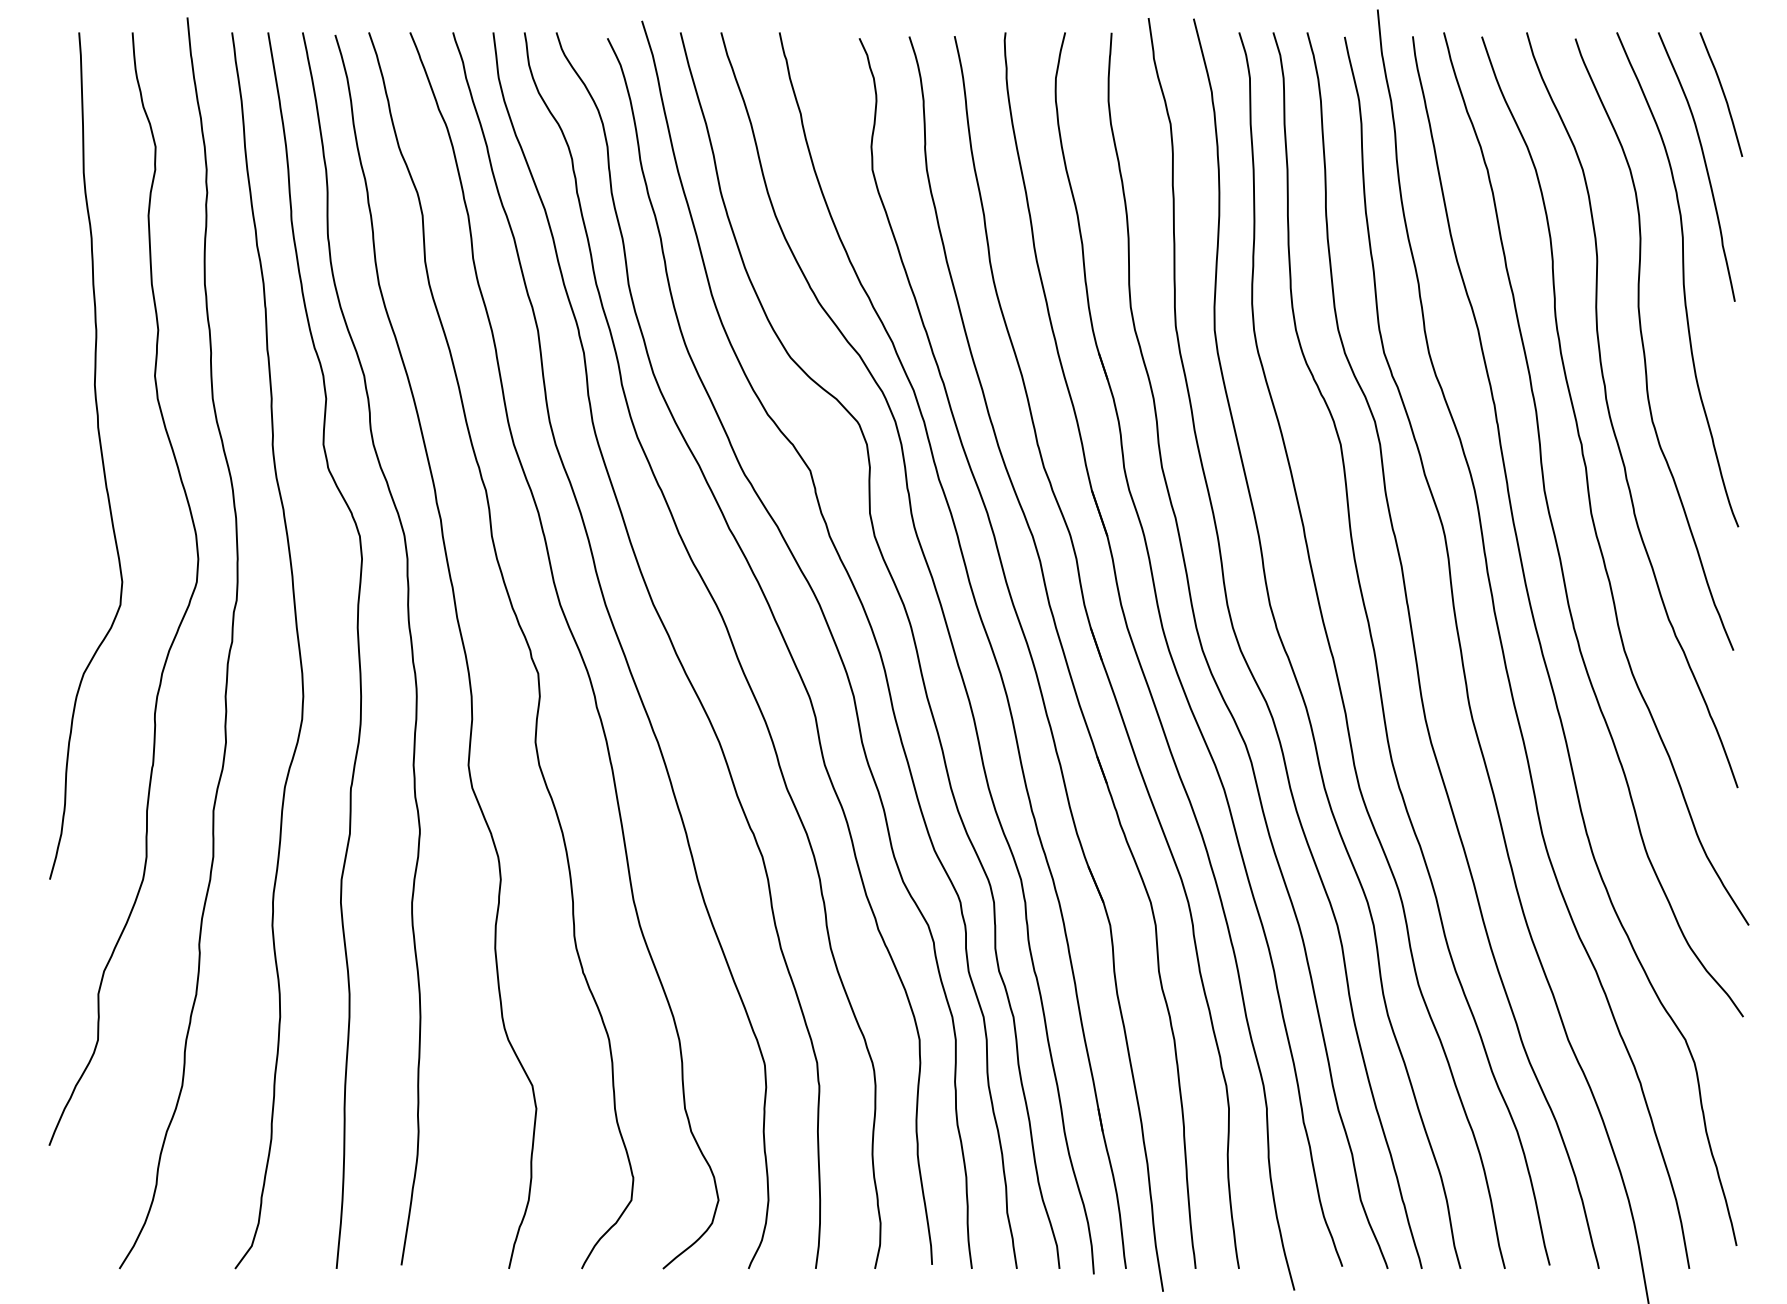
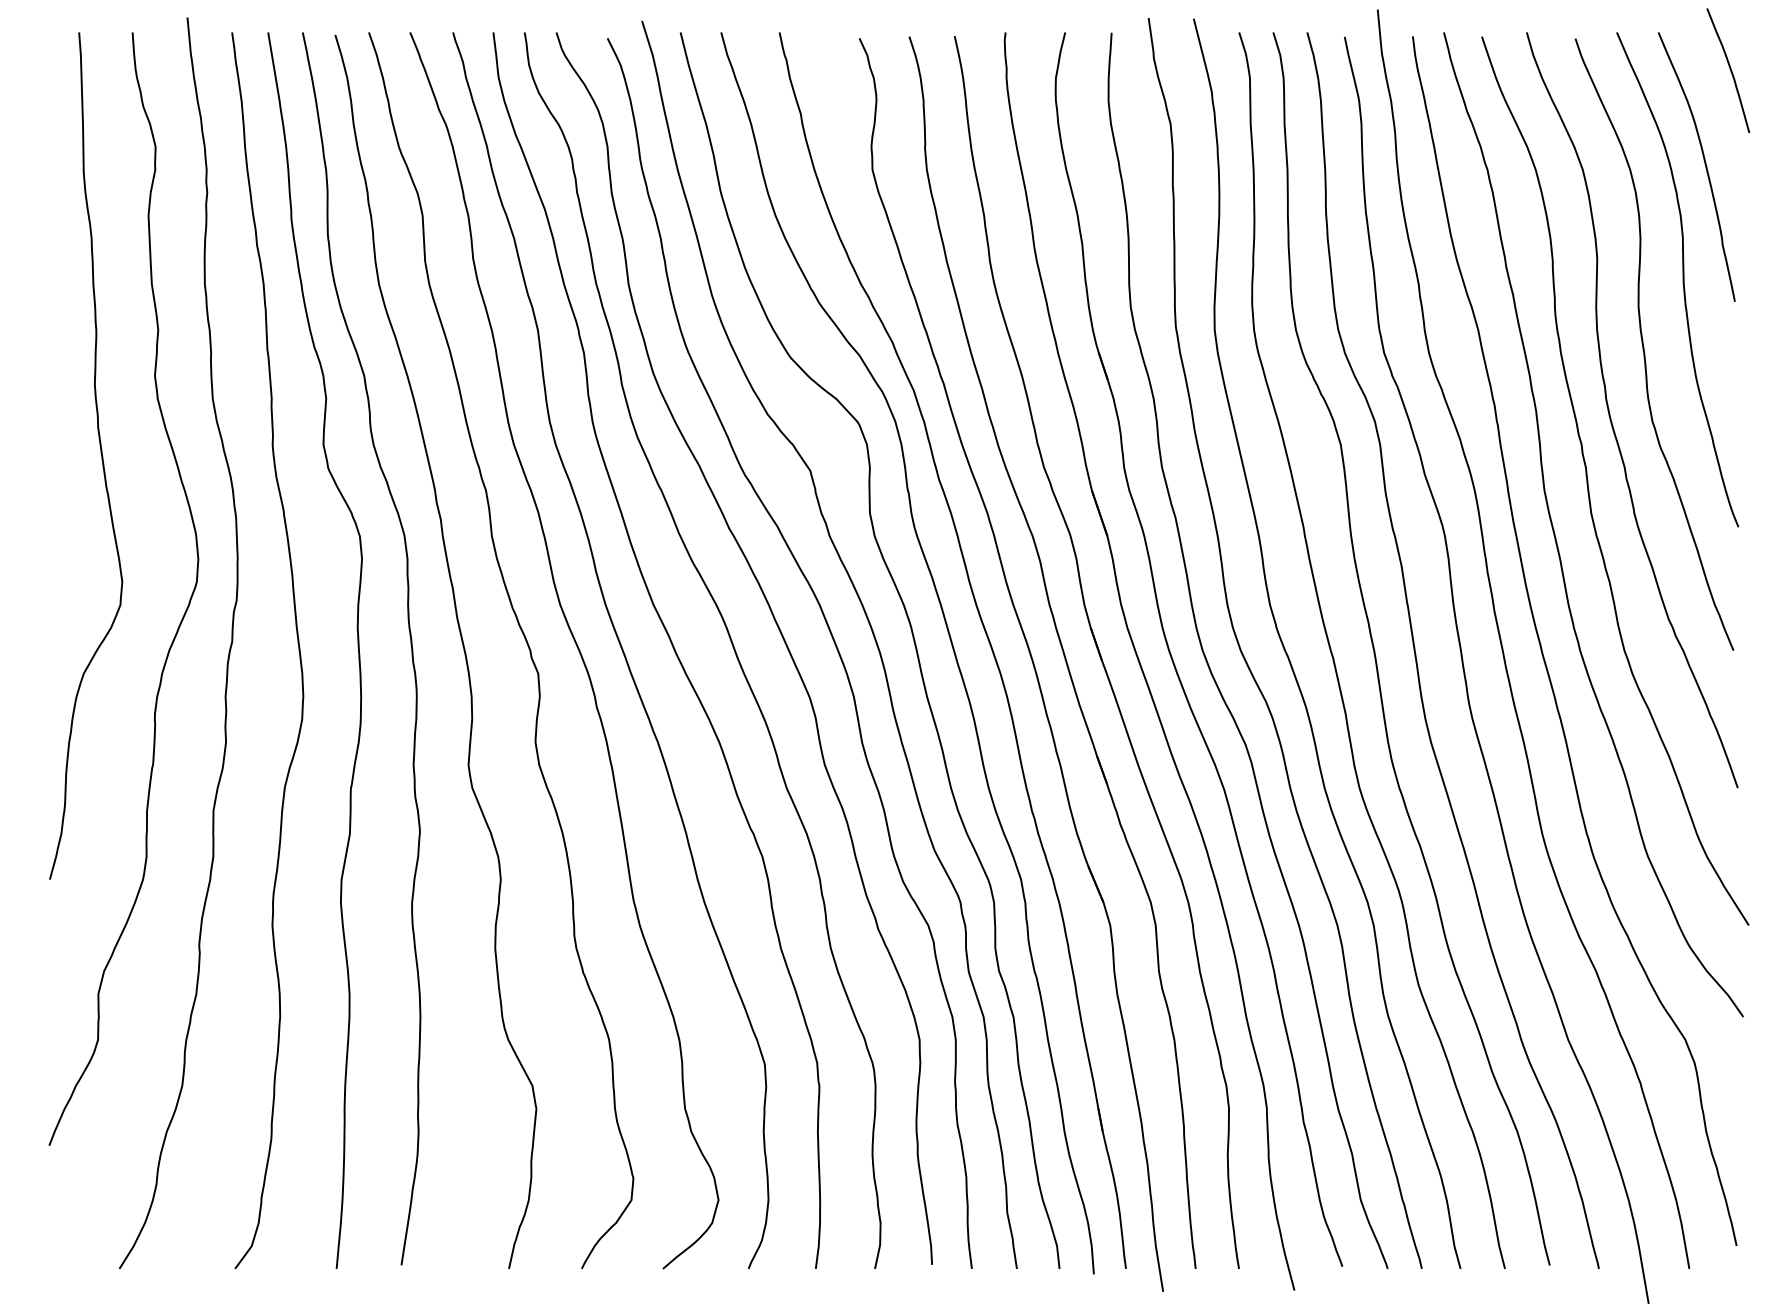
curve at (1722, 93) position: (1722, 93) -> (1729, 69)
